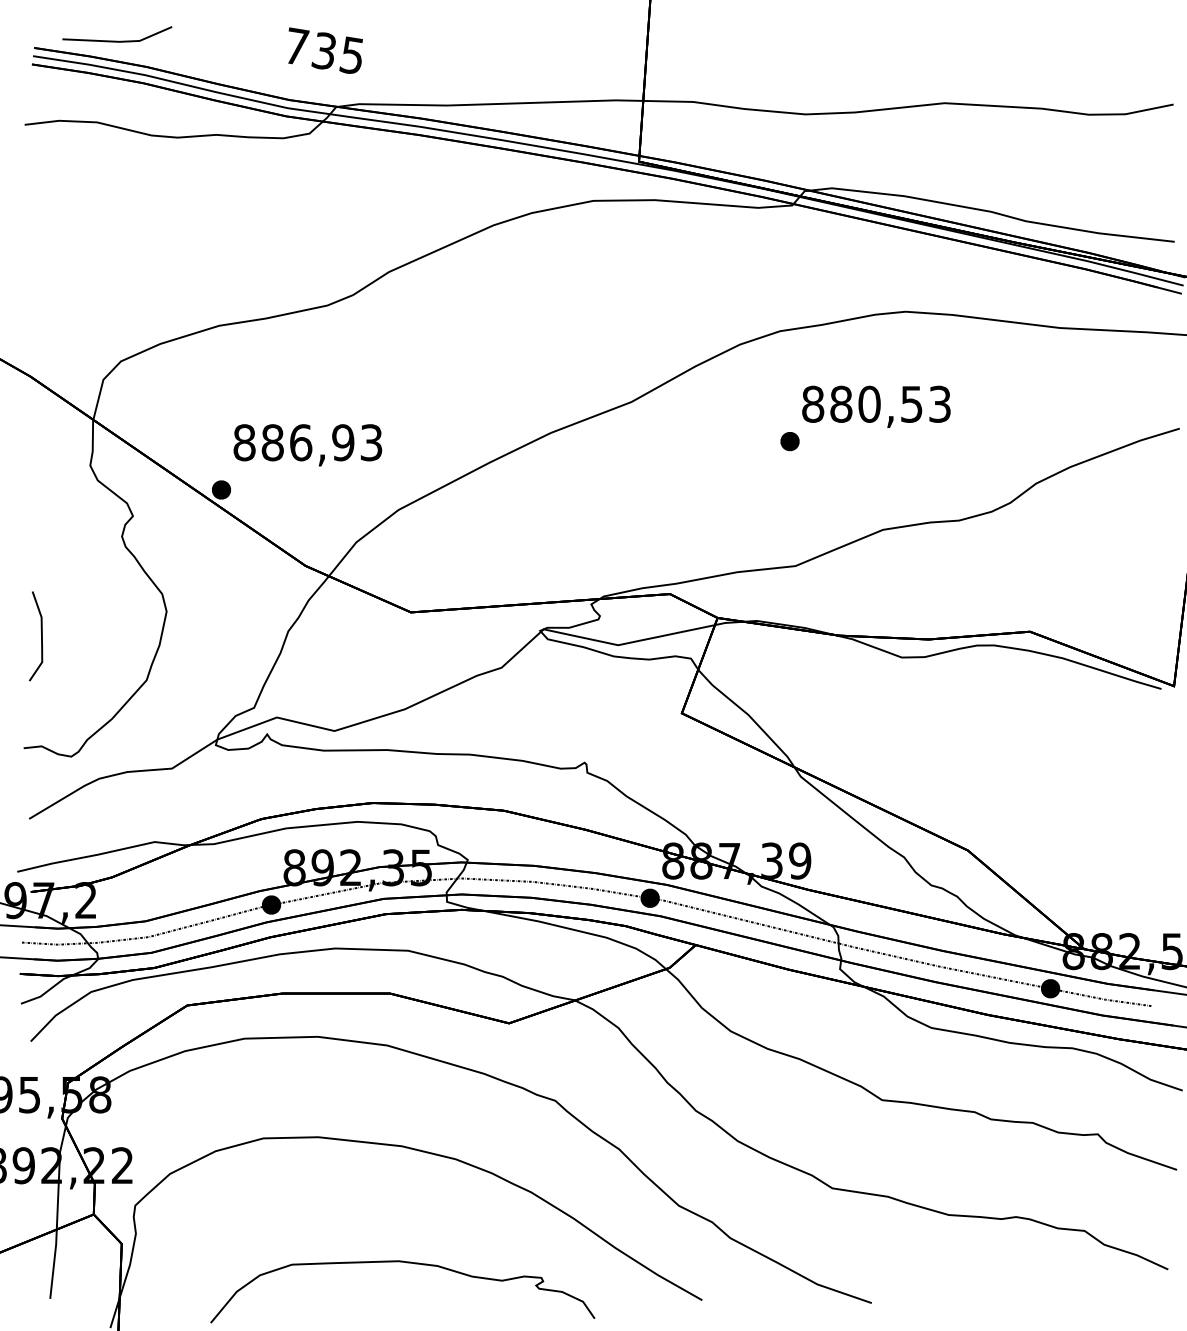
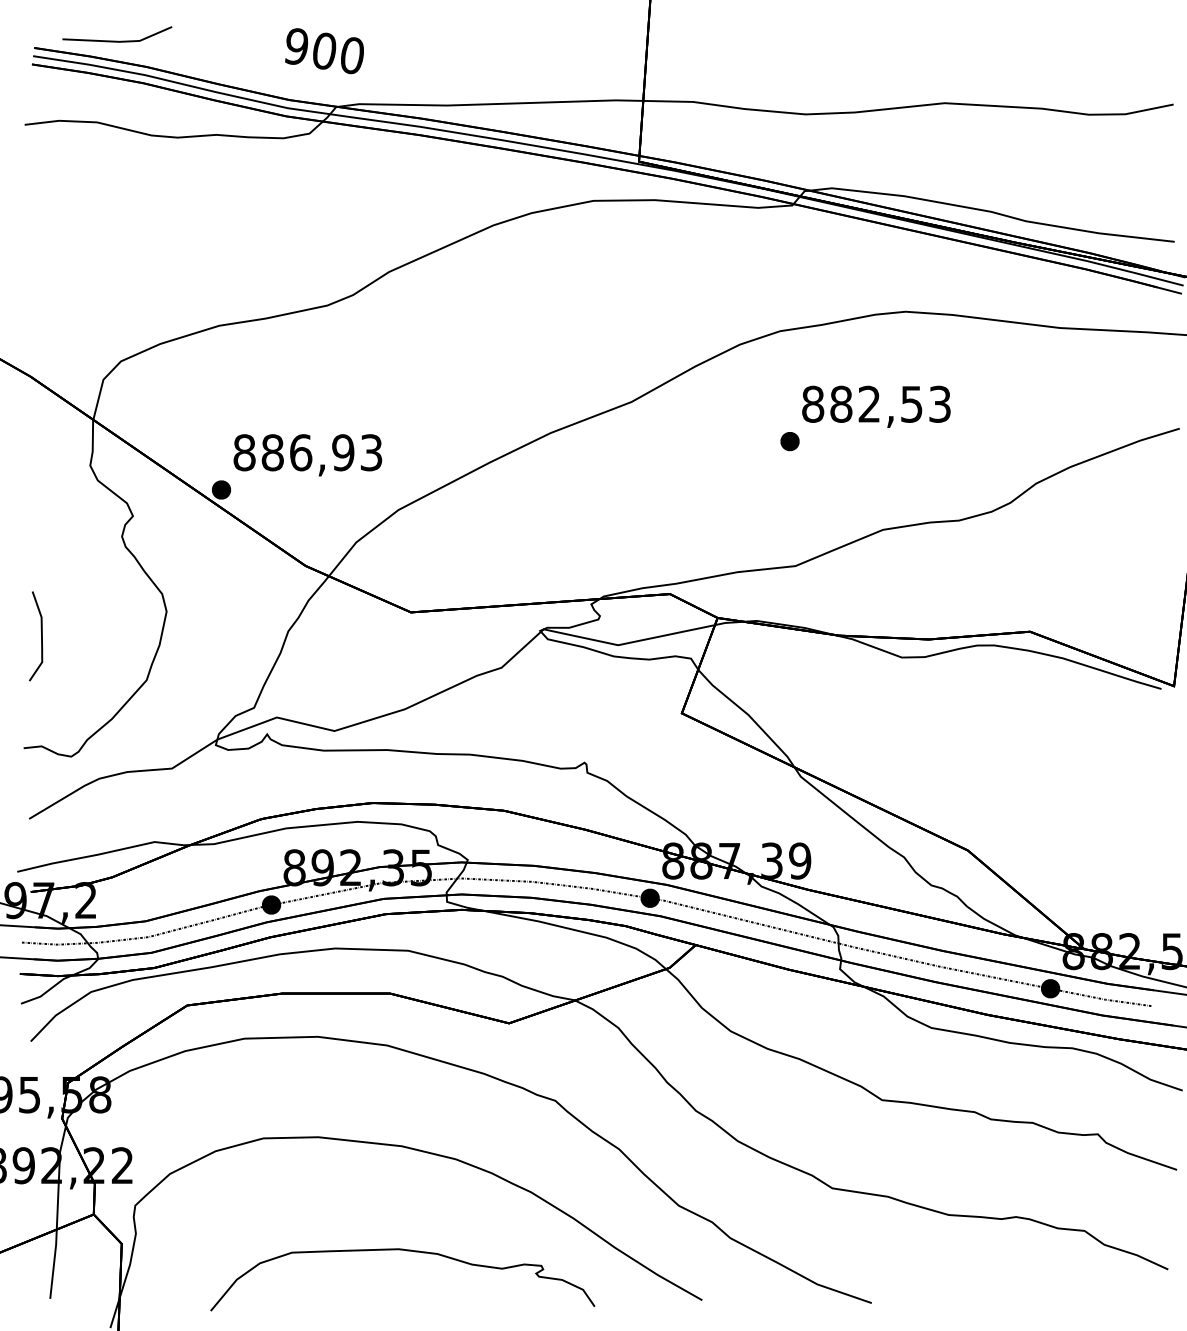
text at (324, 50): 735 -> 900
text at (869, 403): 880,53 -> 882,53
text at (307, 445) position: (307, 445) -> (307, 455)
part at (406, 1263) position: (406, 1263) -> (406, 1251)
